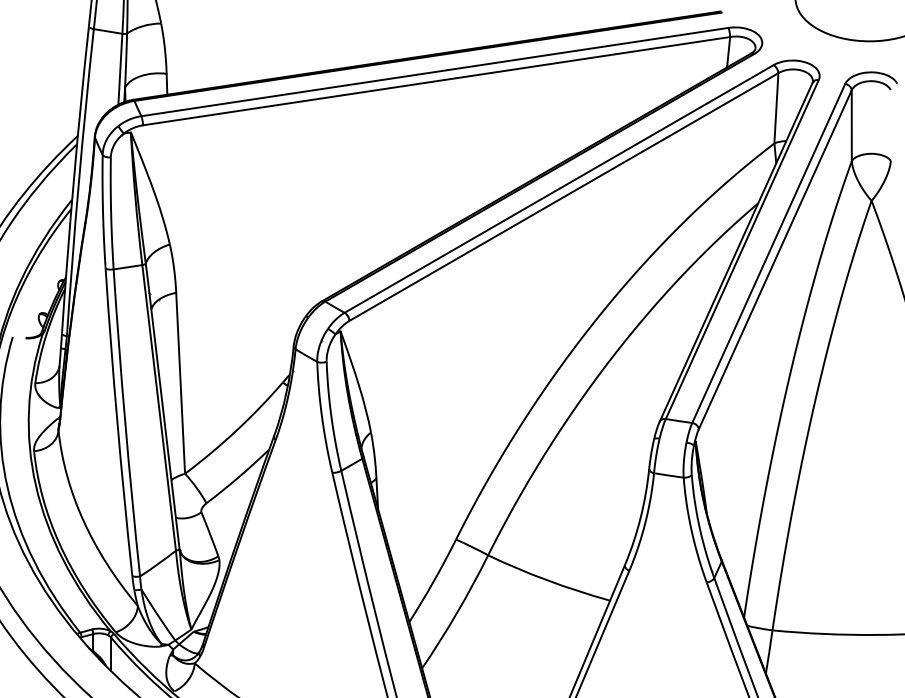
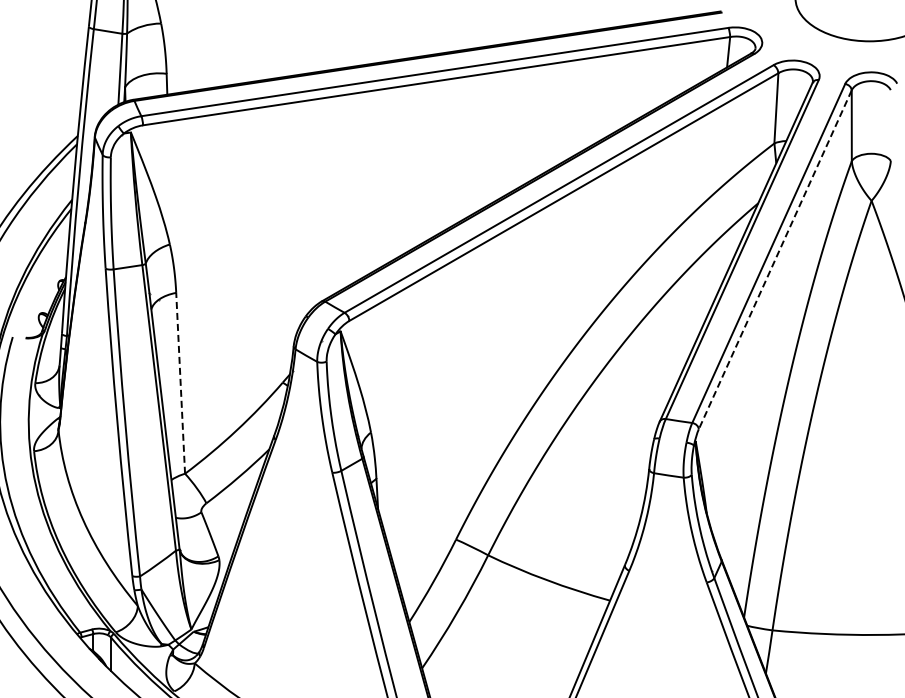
line at (775, 259): solid -> dashed
line at (180, 383): solid -> dashed
